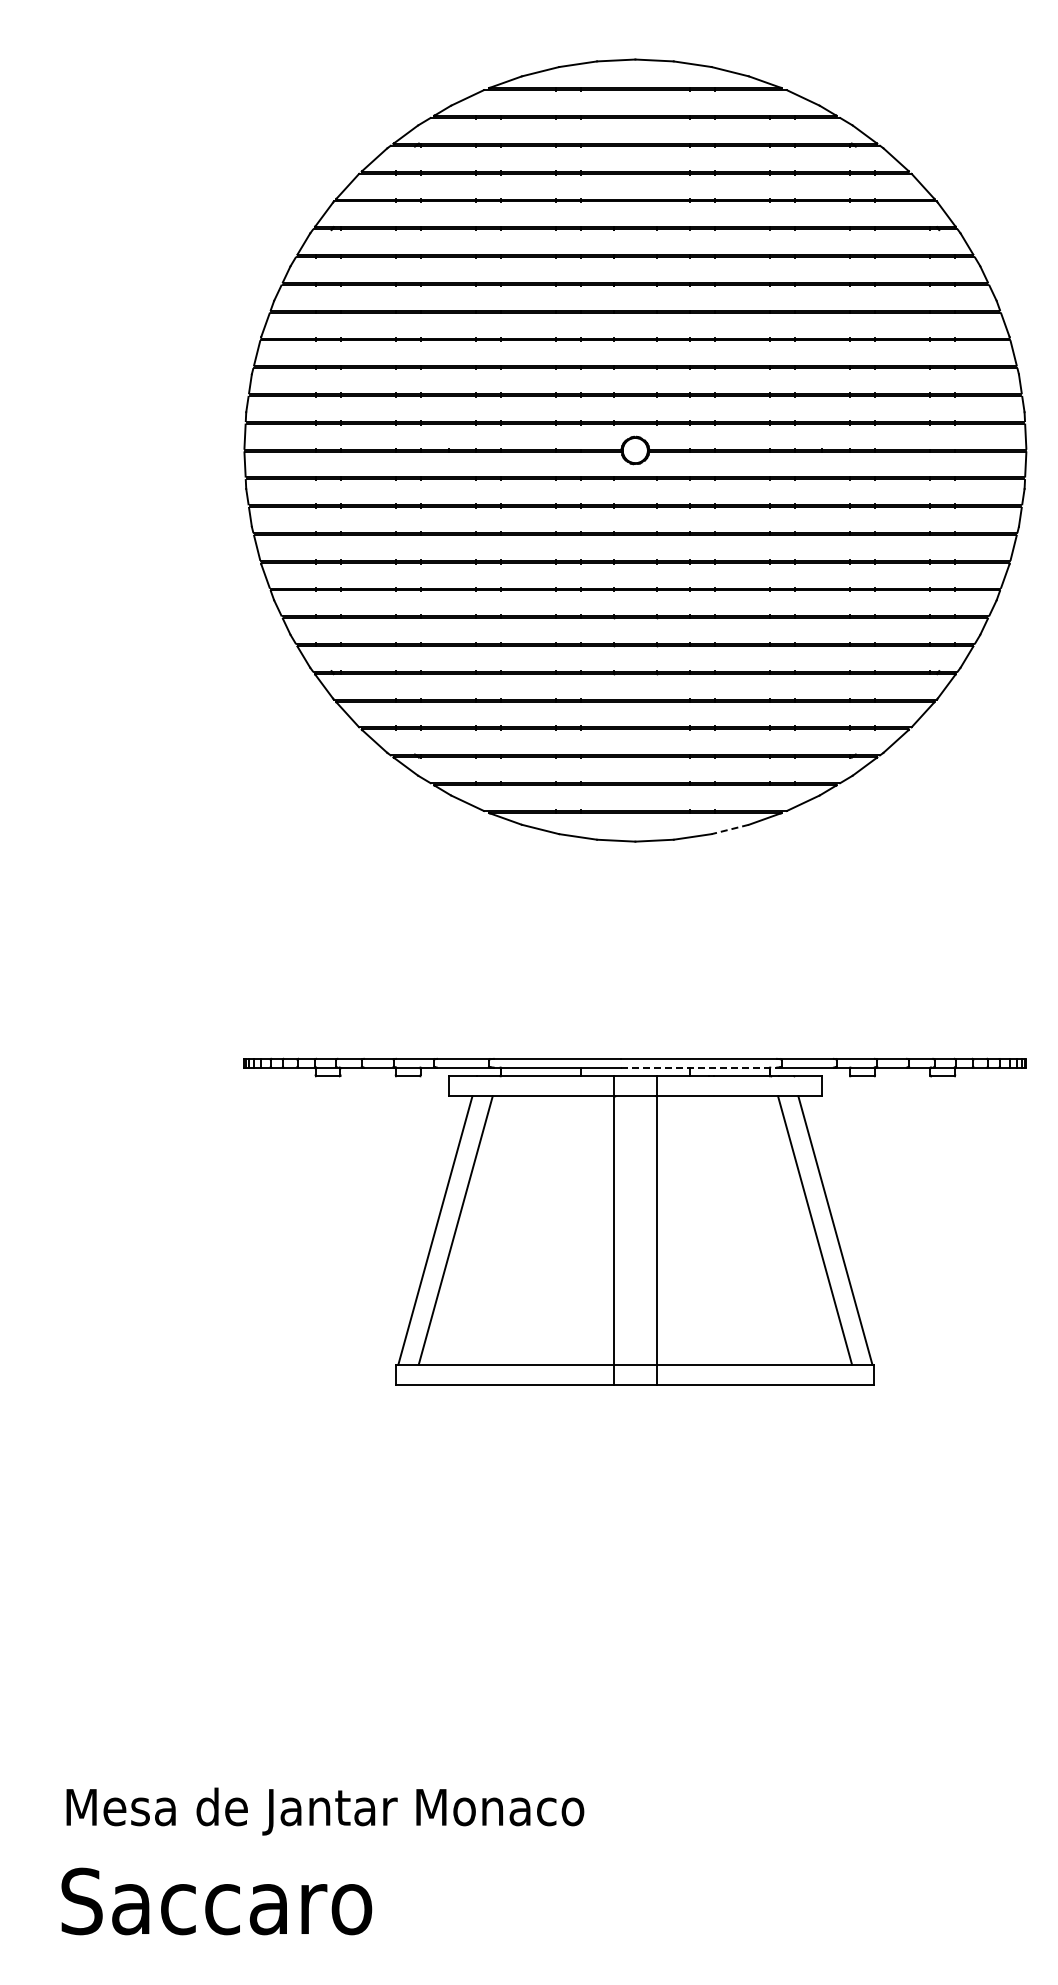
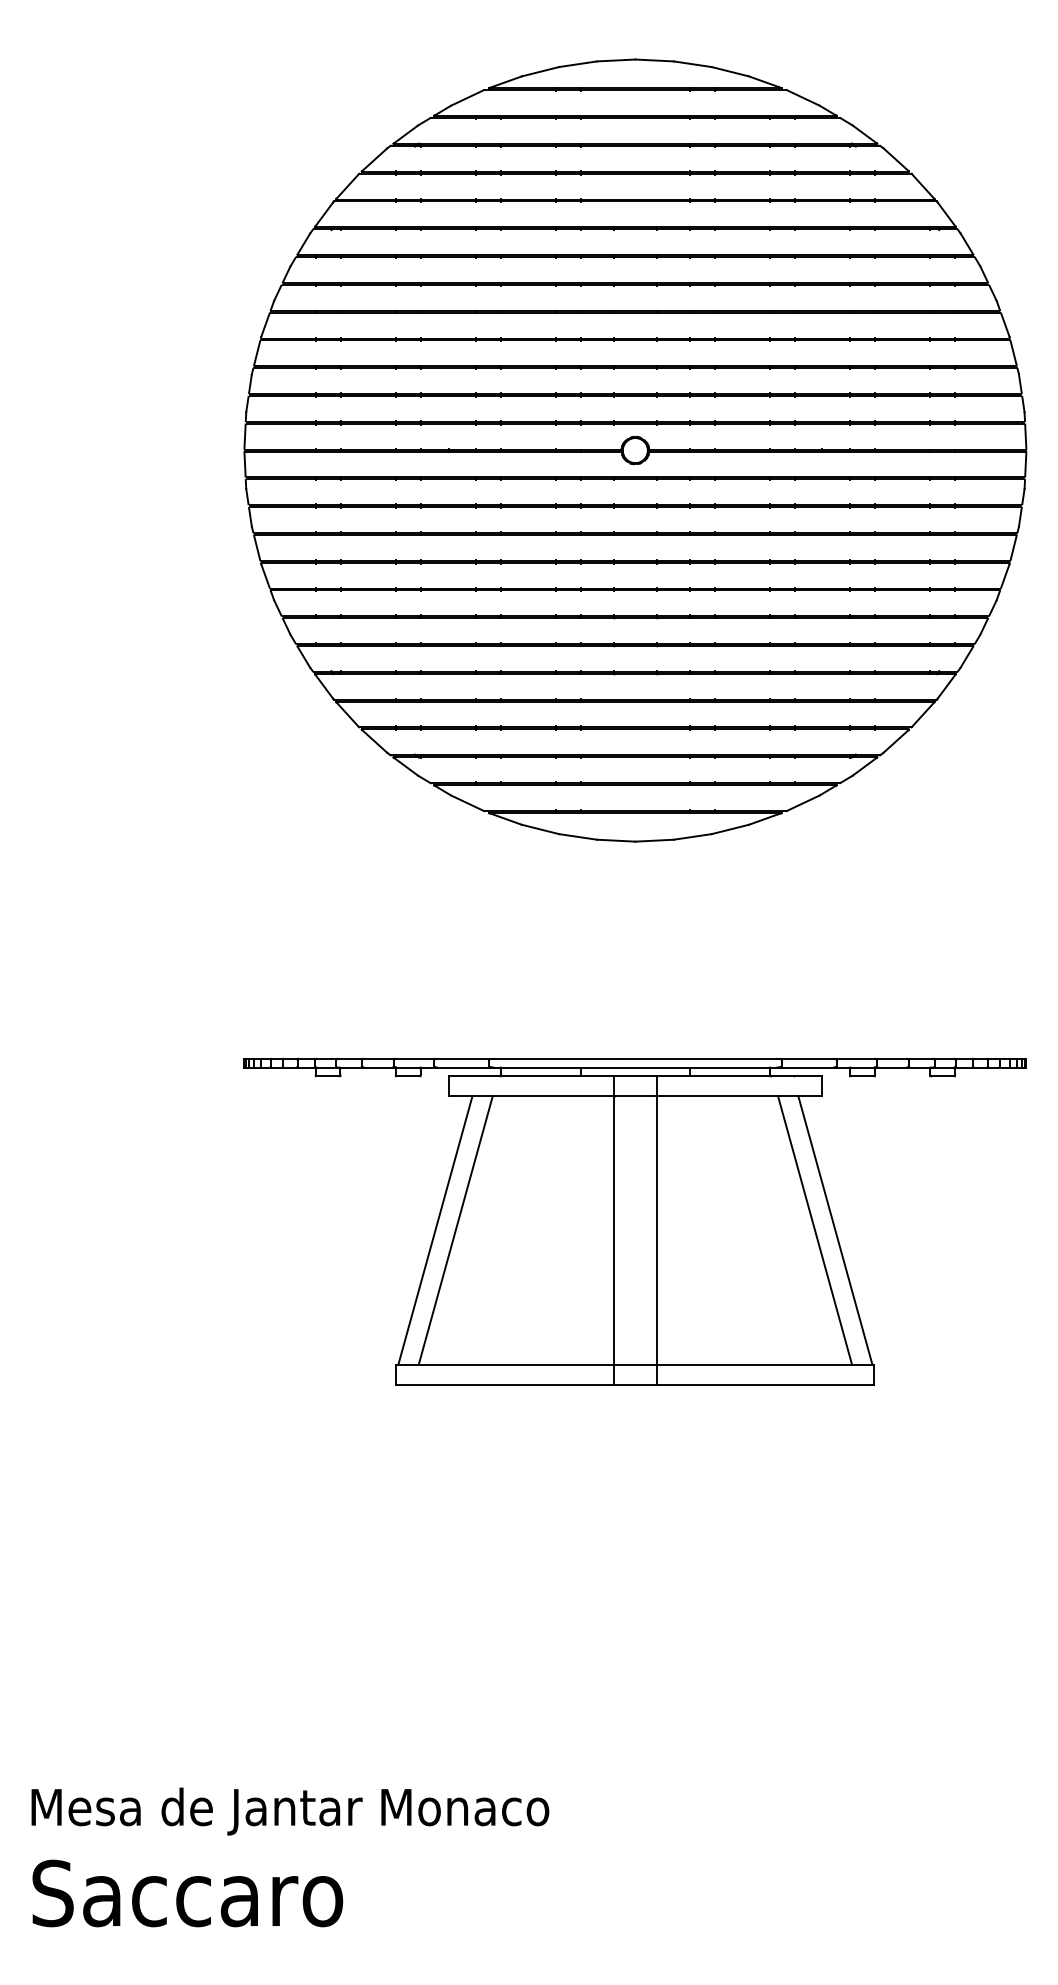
line at (729, 829): dashed -> solid
line at (699, 1067): dashed -> solid
text at (325, 1811) position: (325, 1811) -> (290, 1811)
text at (216, 1901) position: (216, 1901) -> (187, 1893)
